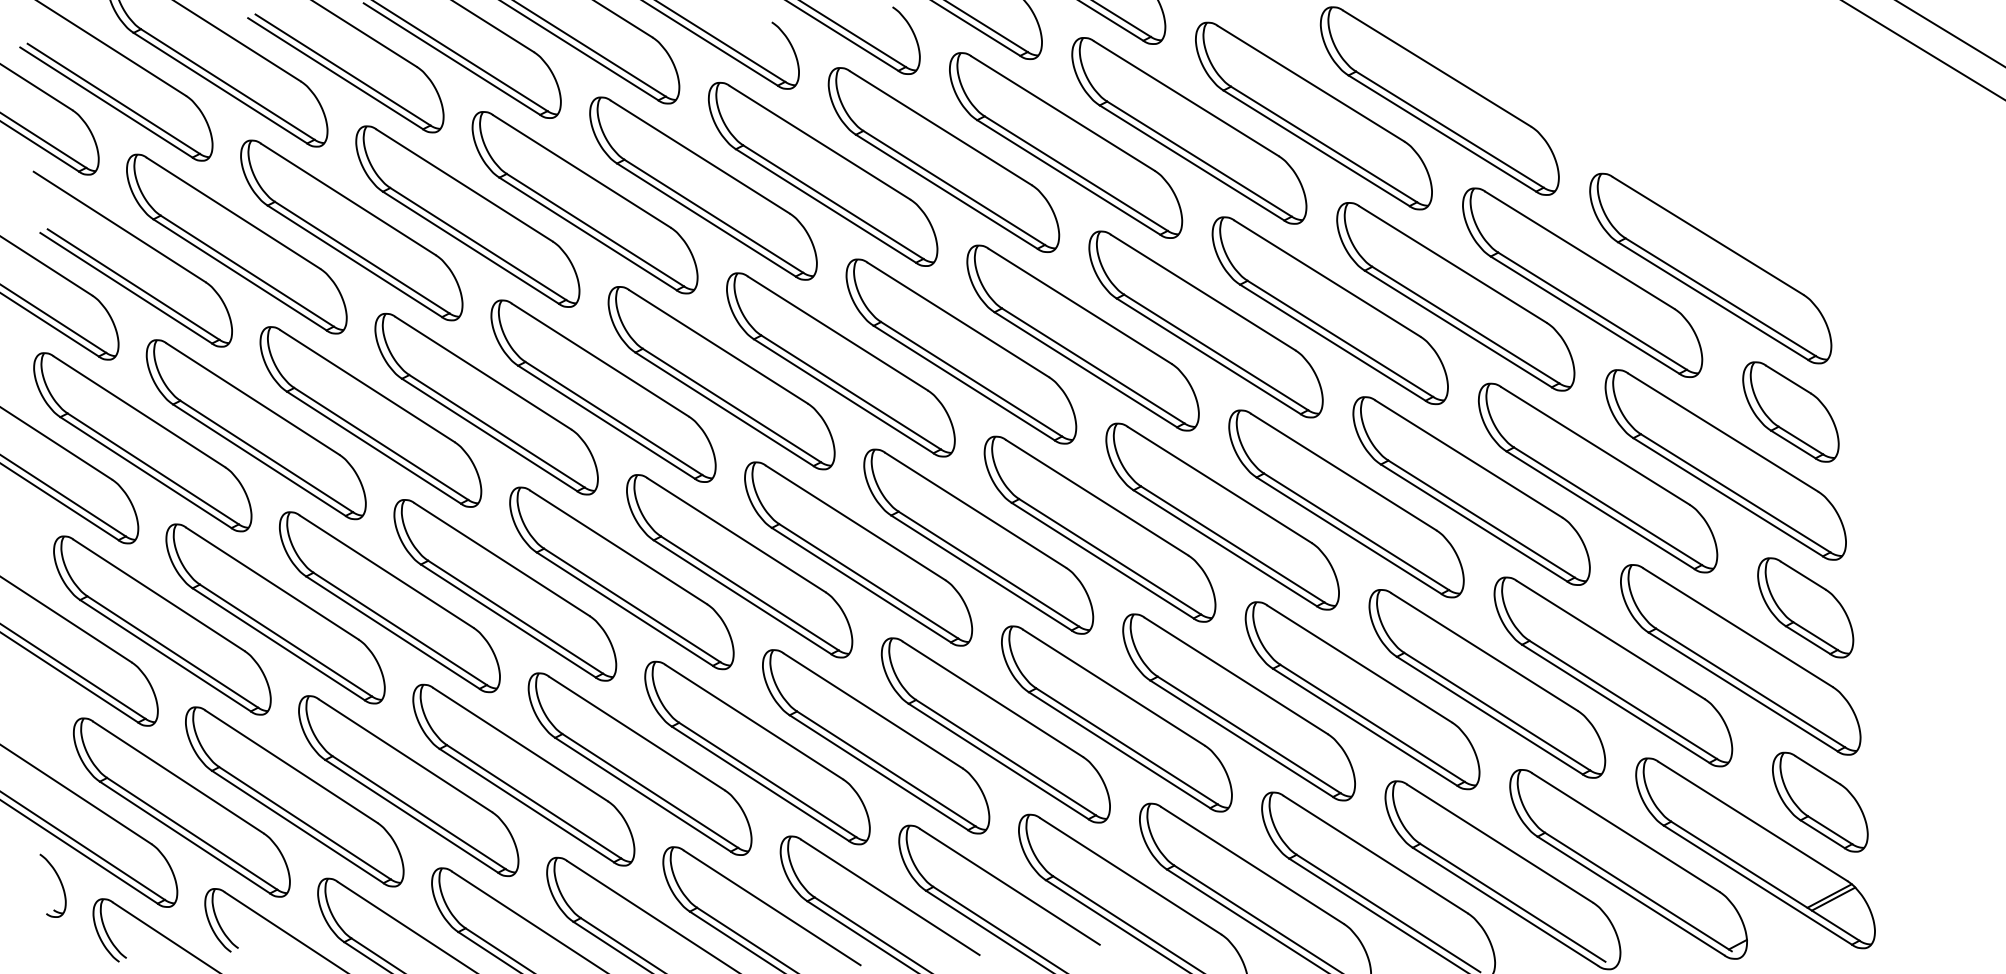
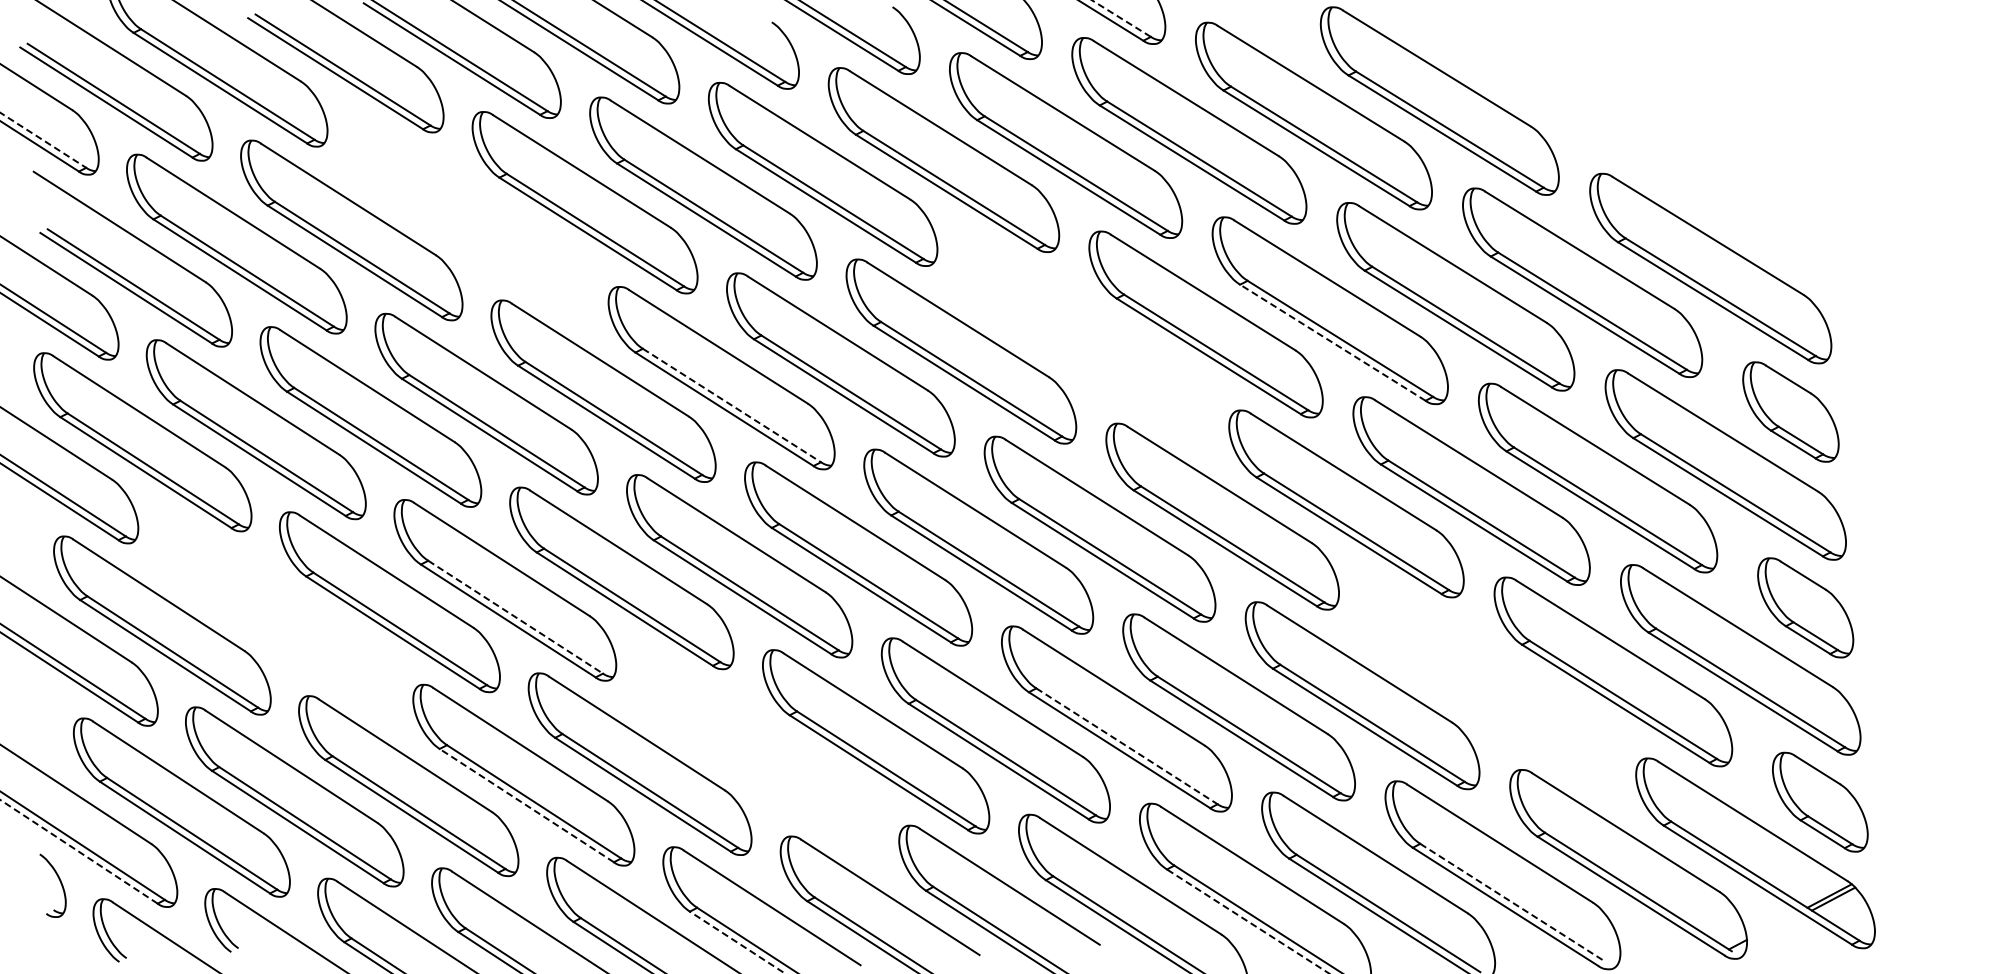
line at (1121, 18): solid -> dashed
line at (1950, 33): present -> none
line at (1923, 50): present -> none
line at (43, 140): solid -> dashed
part at (467, 216): present -> none
part at (1082, 337): present -> none
line at (1332, 342): solid -> dashed
line at (731, 405): solid -> dashed
part at (275, 613): present -> none
line at (516, 617): solid -> dashed
part at (1487, 683): present -> none
line at (1127, 746): solid -> dashed
part at (757, 752): present -> none
line at (526, 805): solid -> dashed
line at (78, 851): solid -> dashed
line at (1512, 902): solid -> dashed
line at (1248, 921): solid -> dashed
line at (737, 942): solid -> dashed
